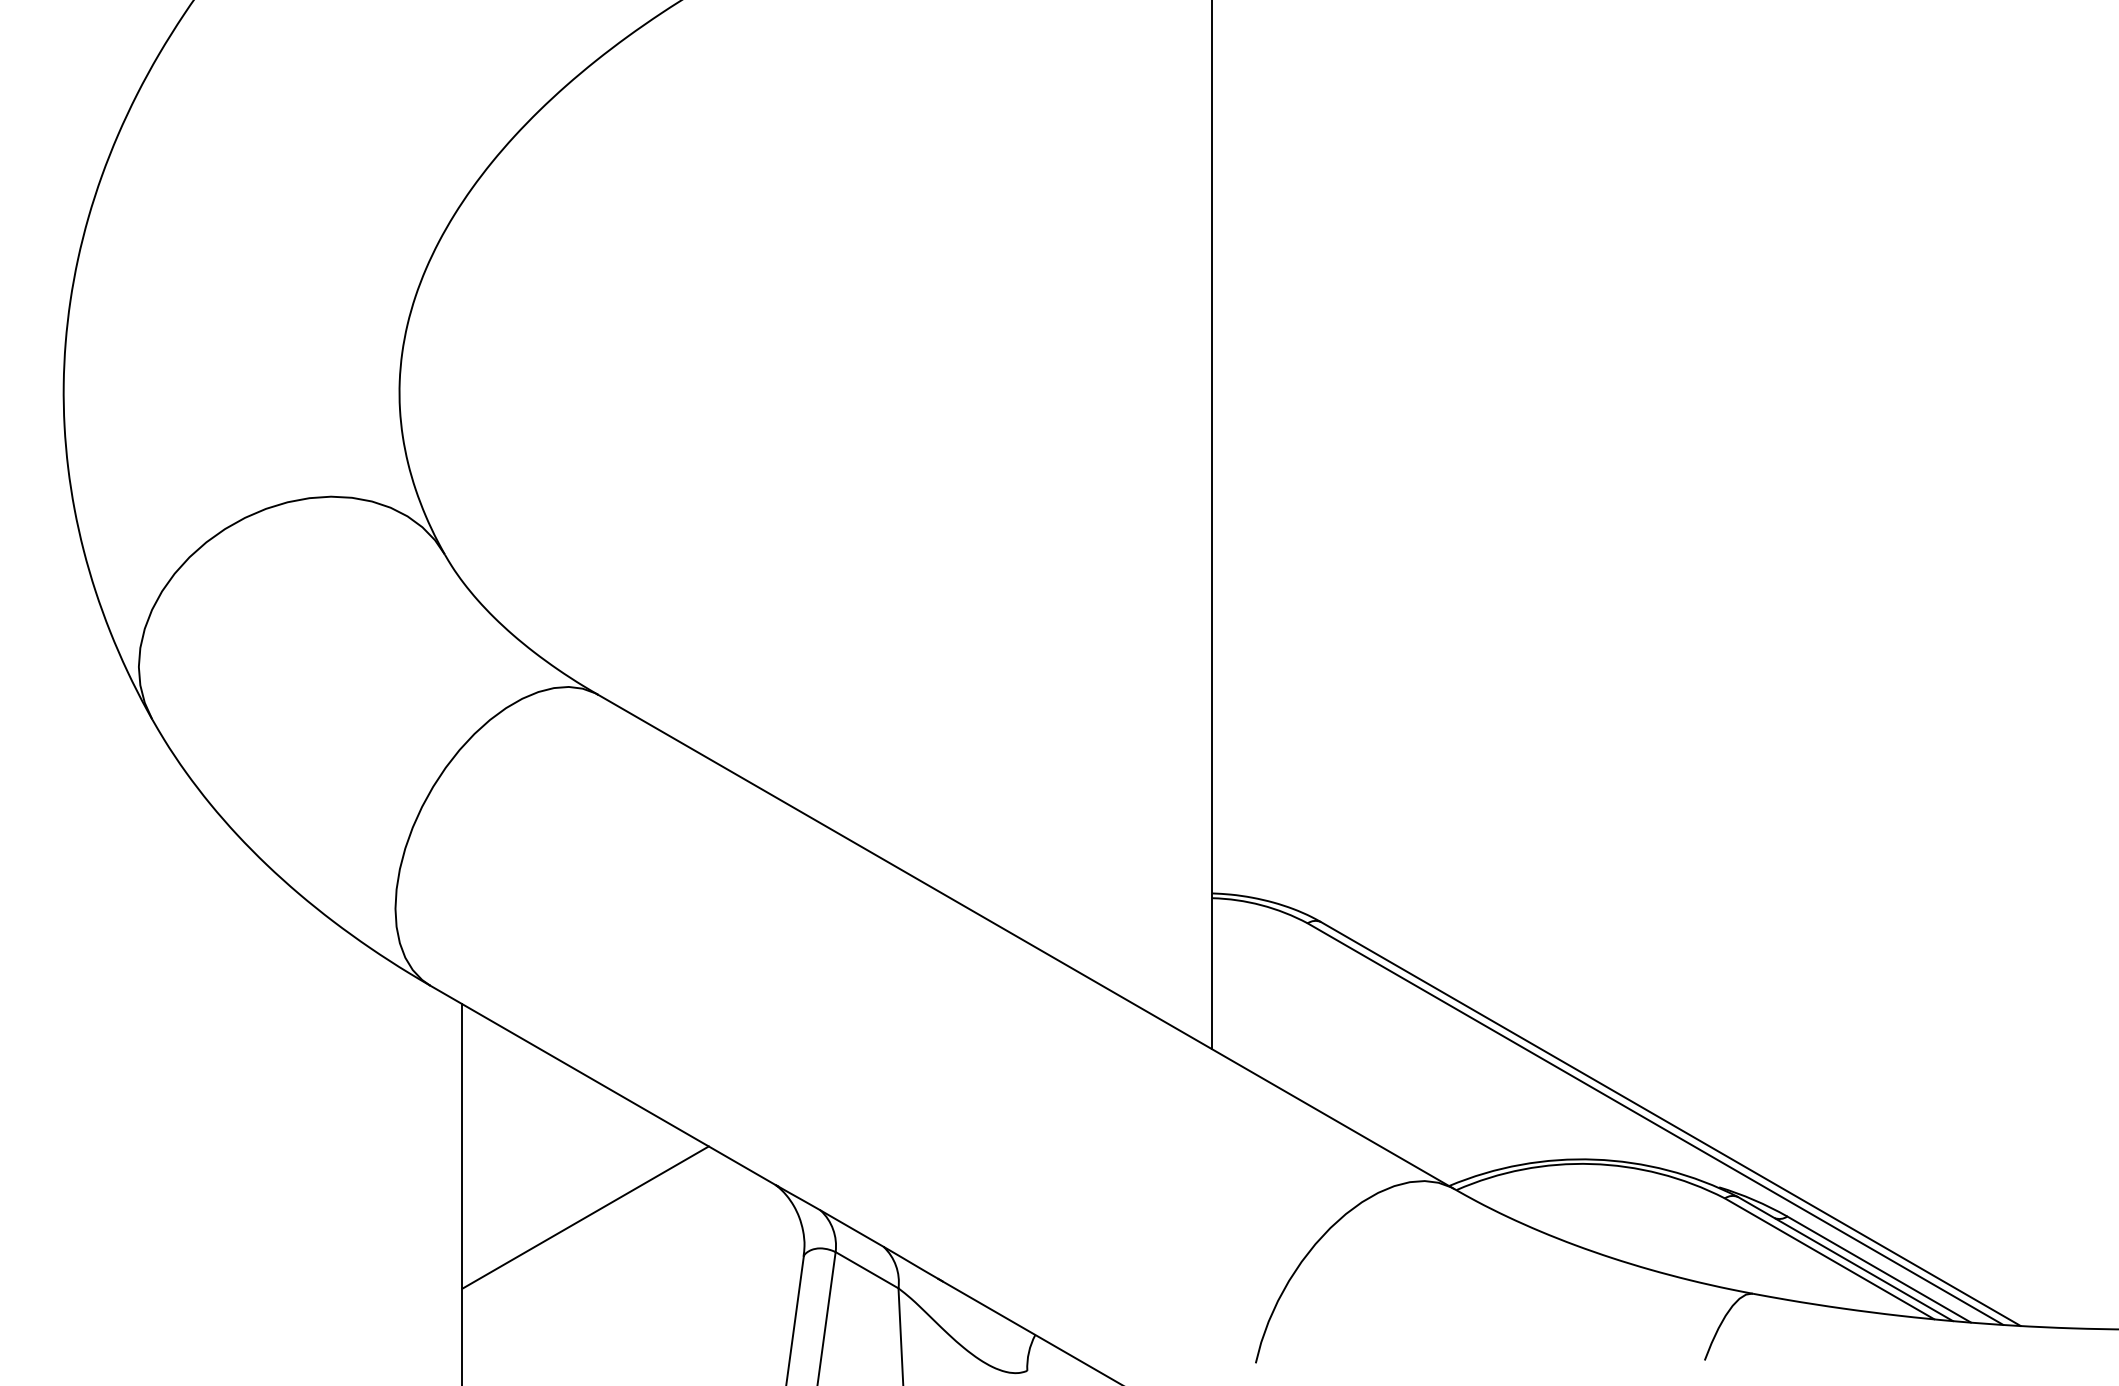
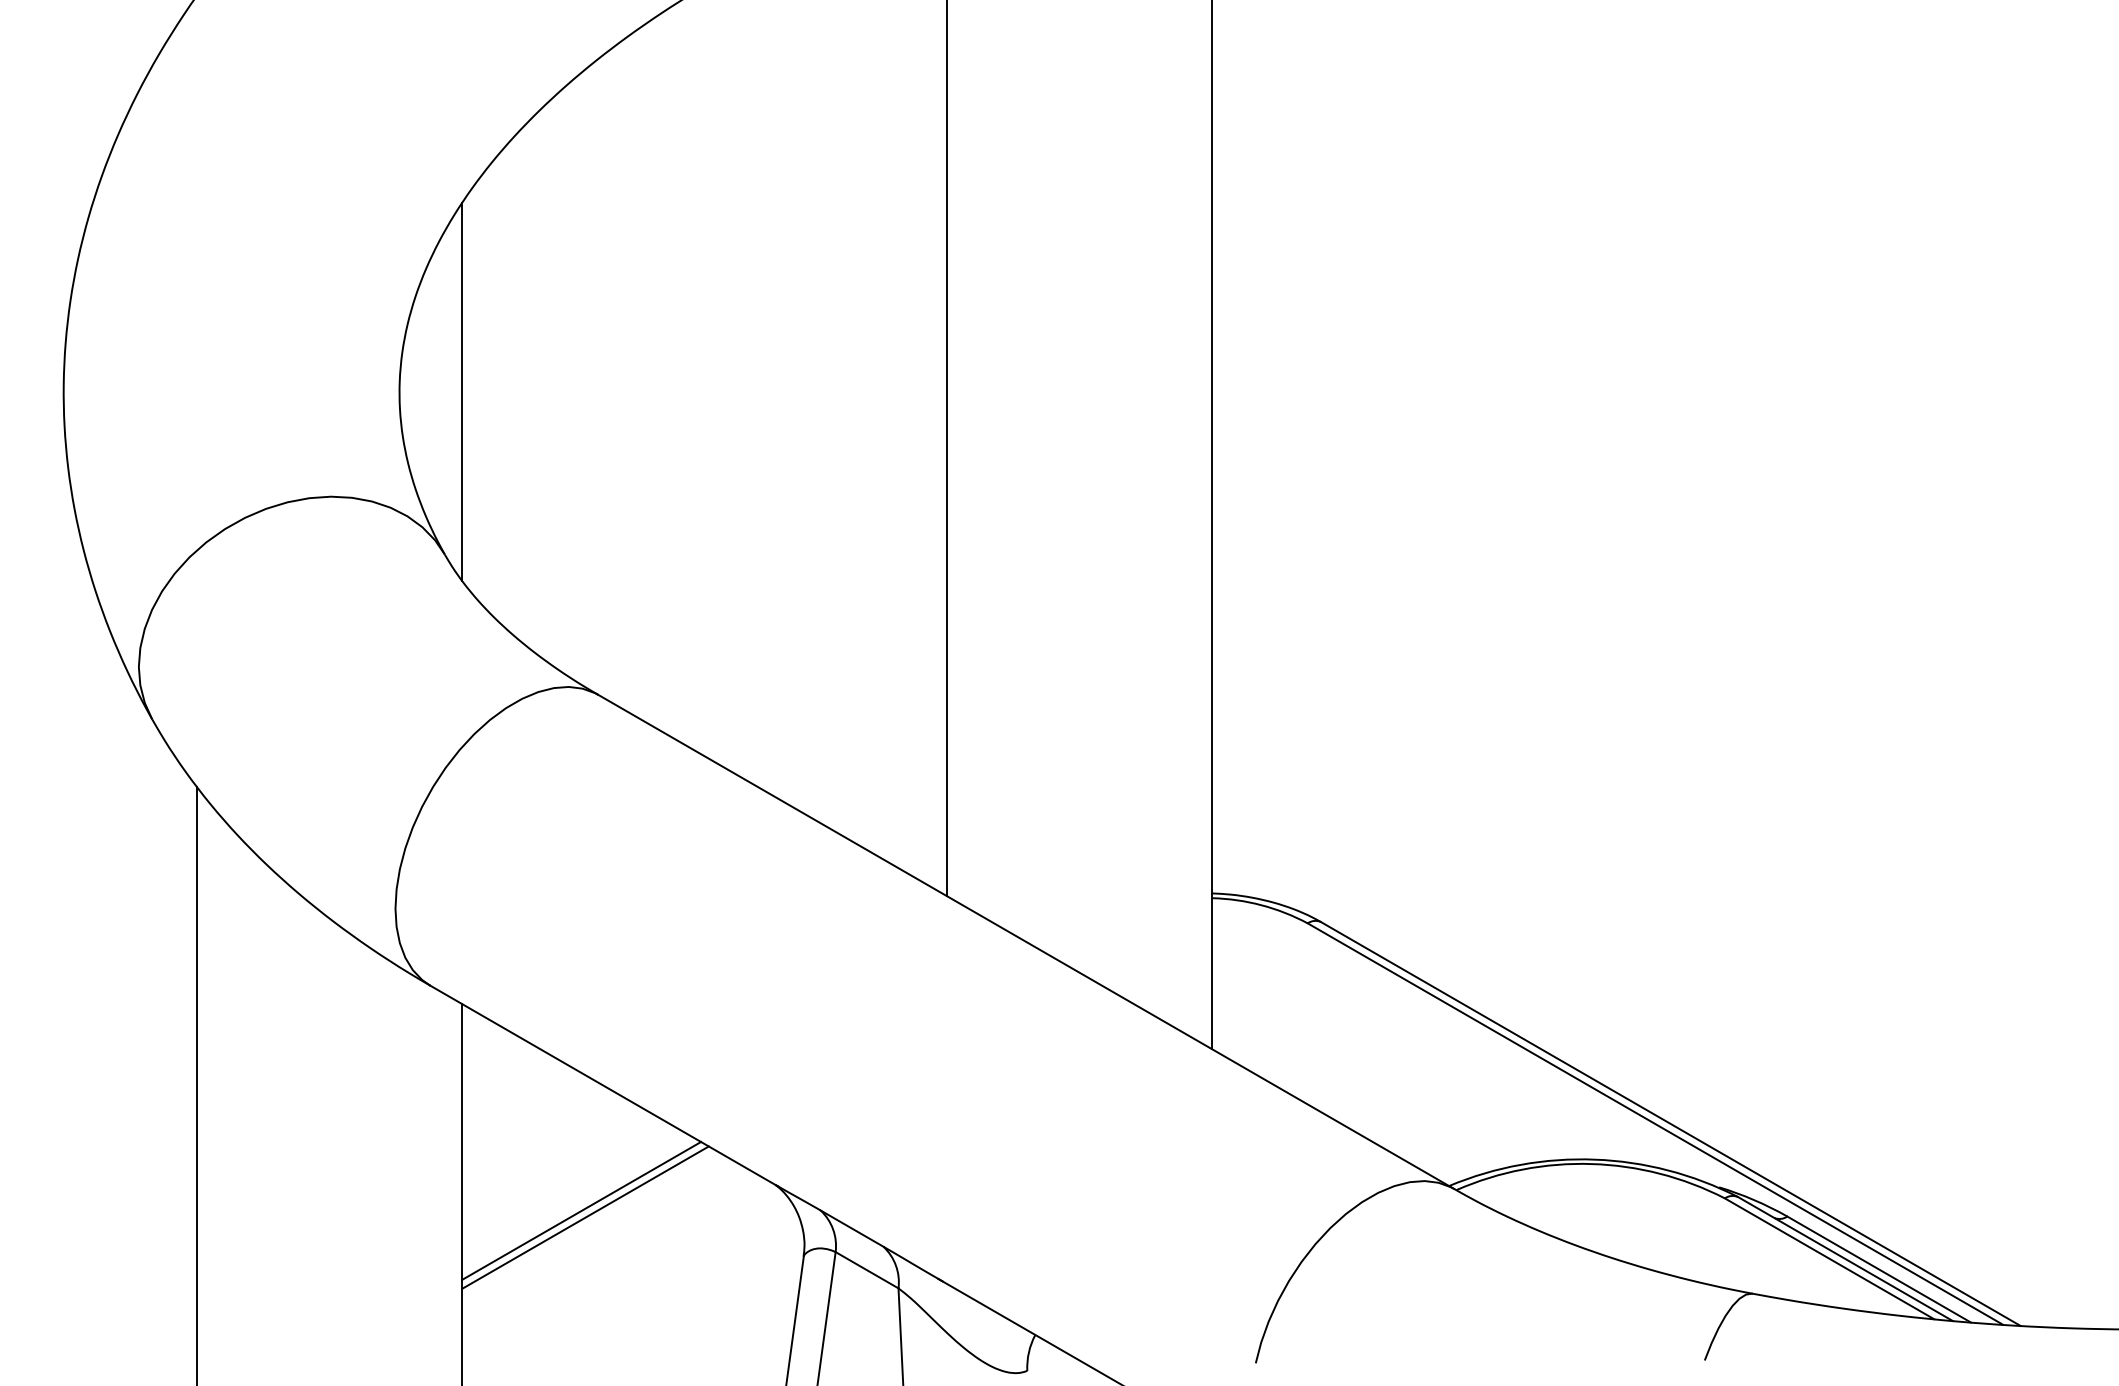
line at (462, 392): none -> present
line at (947, 449): none -> present
line at (197, 1084): none -> present
line at (581, 1210): none -> present
